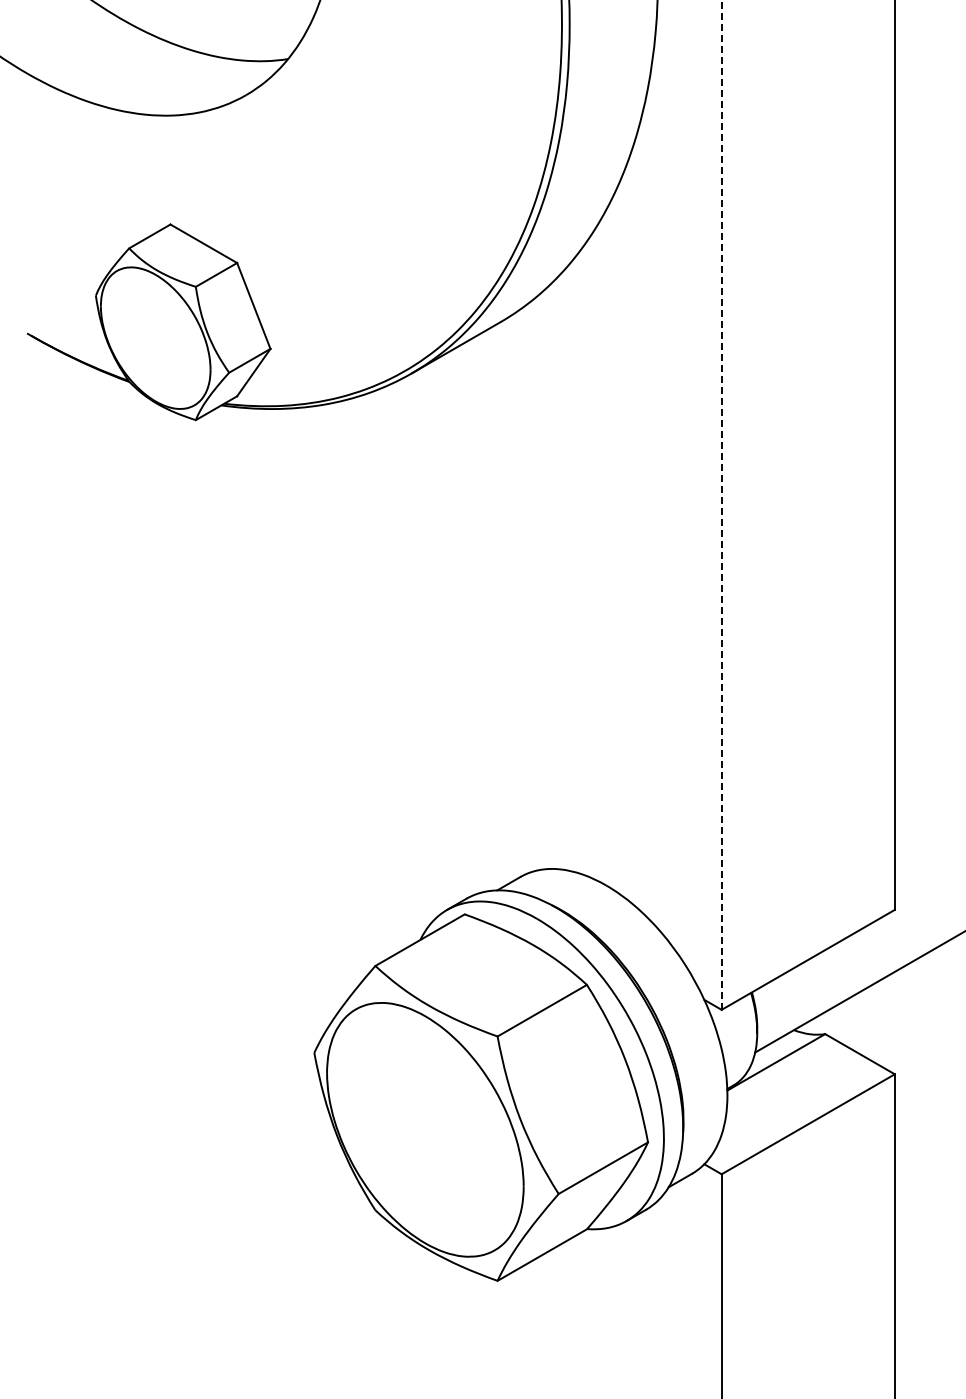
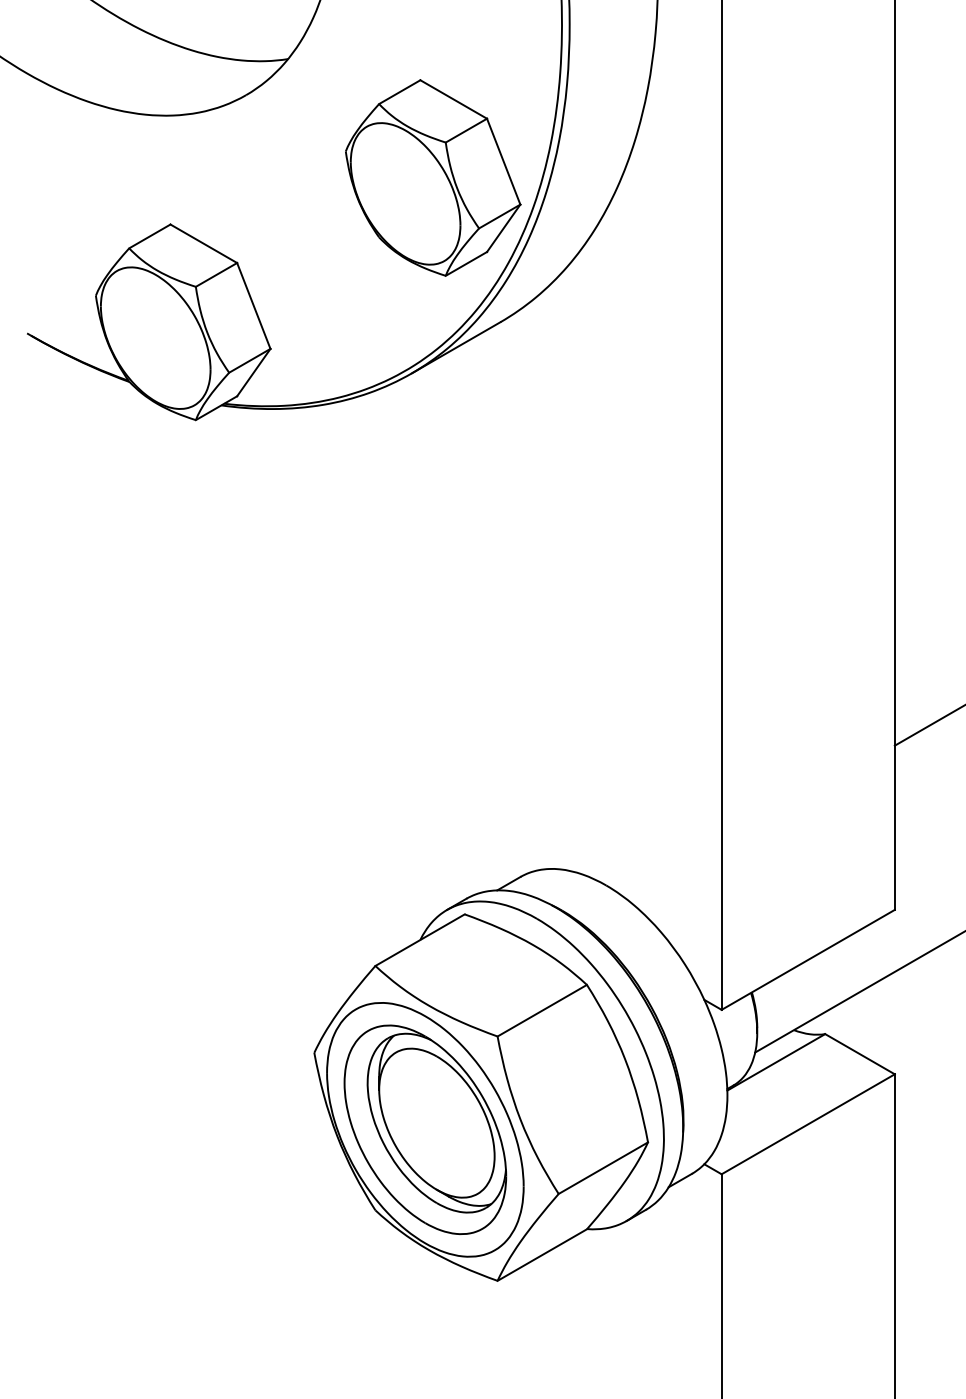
part at (433, 177): none -> present
line at (721, 505): dashed -> solid
line at (928, 725): none -> present
part at (425, 1129): none -> present
